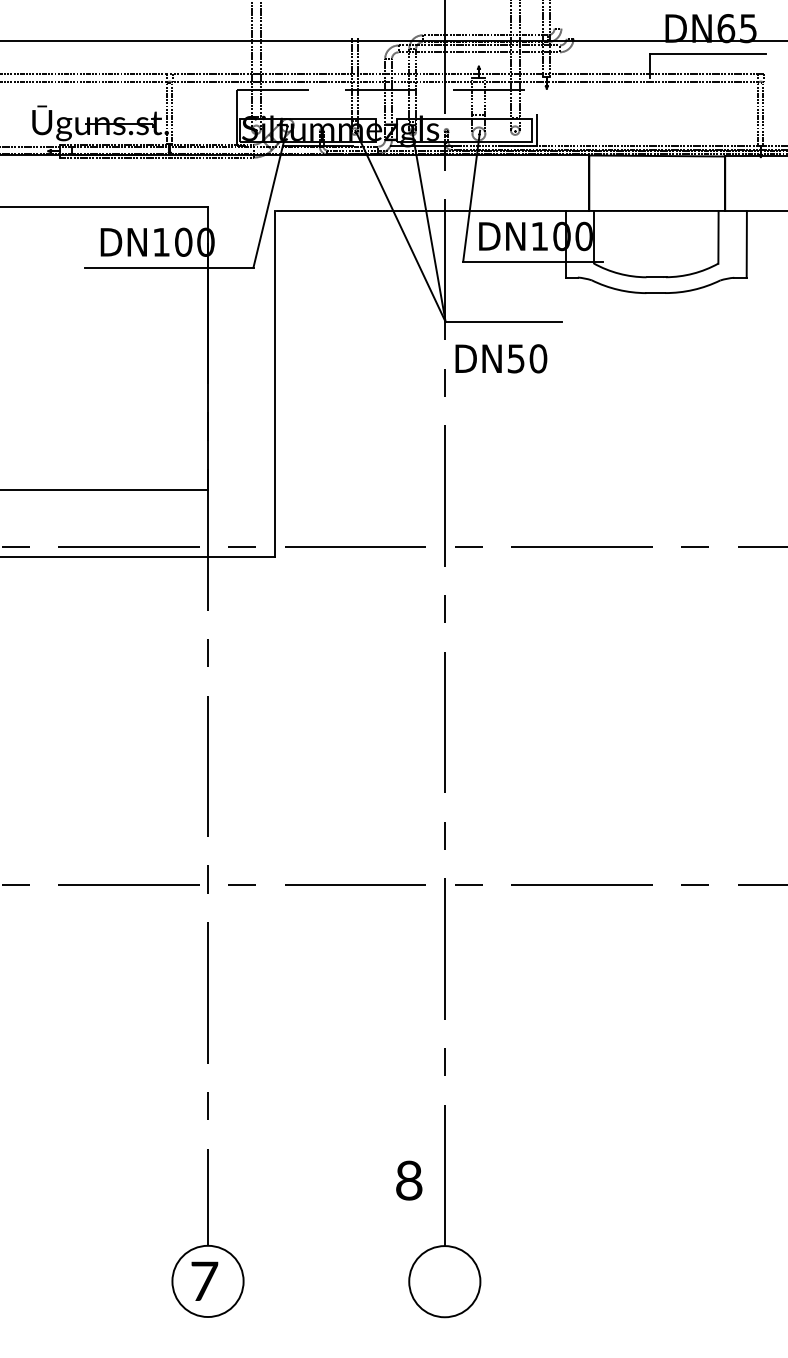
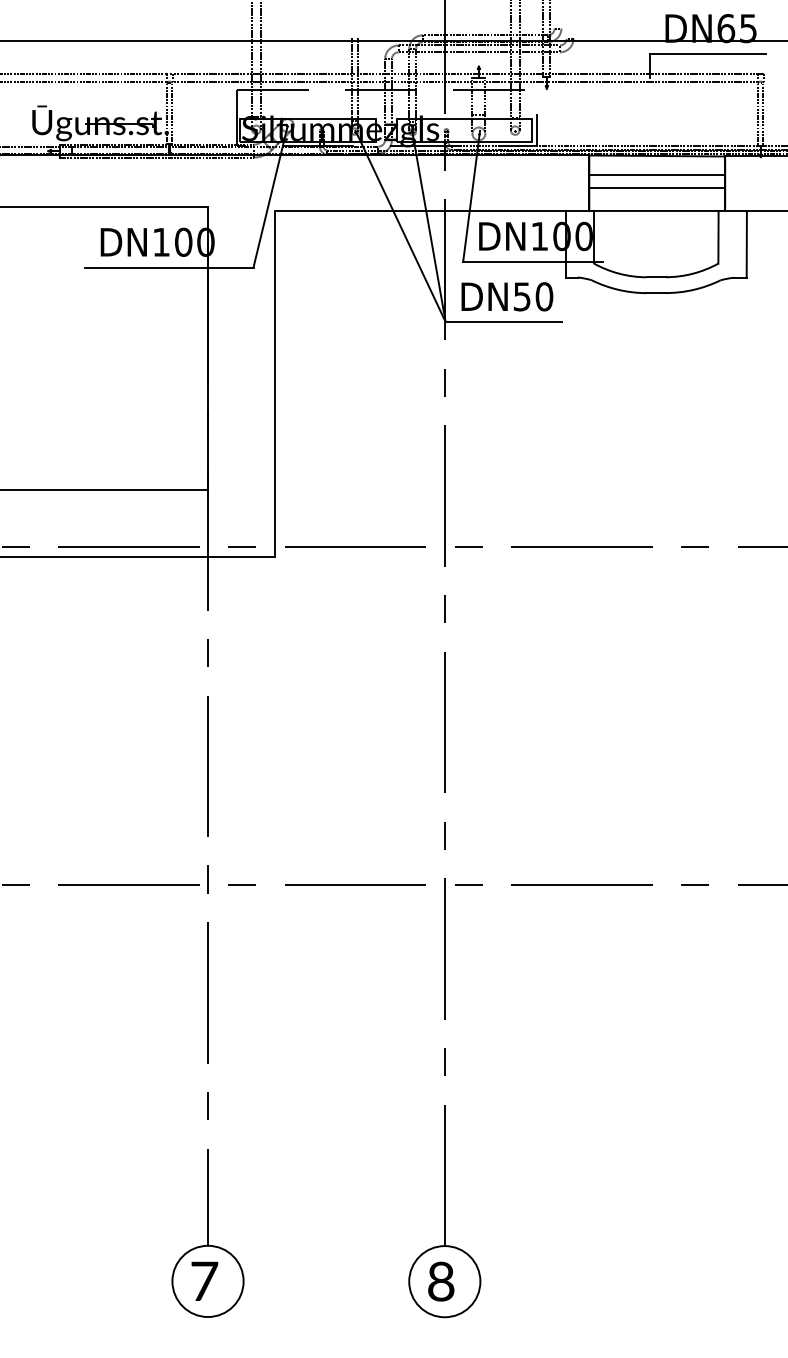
line at (657, 174): none -> present
line at (657, 188): none -> present
text at (501, 358) position: (501, 358) -> (507, 296)
text at (409, 1180) position: (409, 1180) -> (441, 1281)
